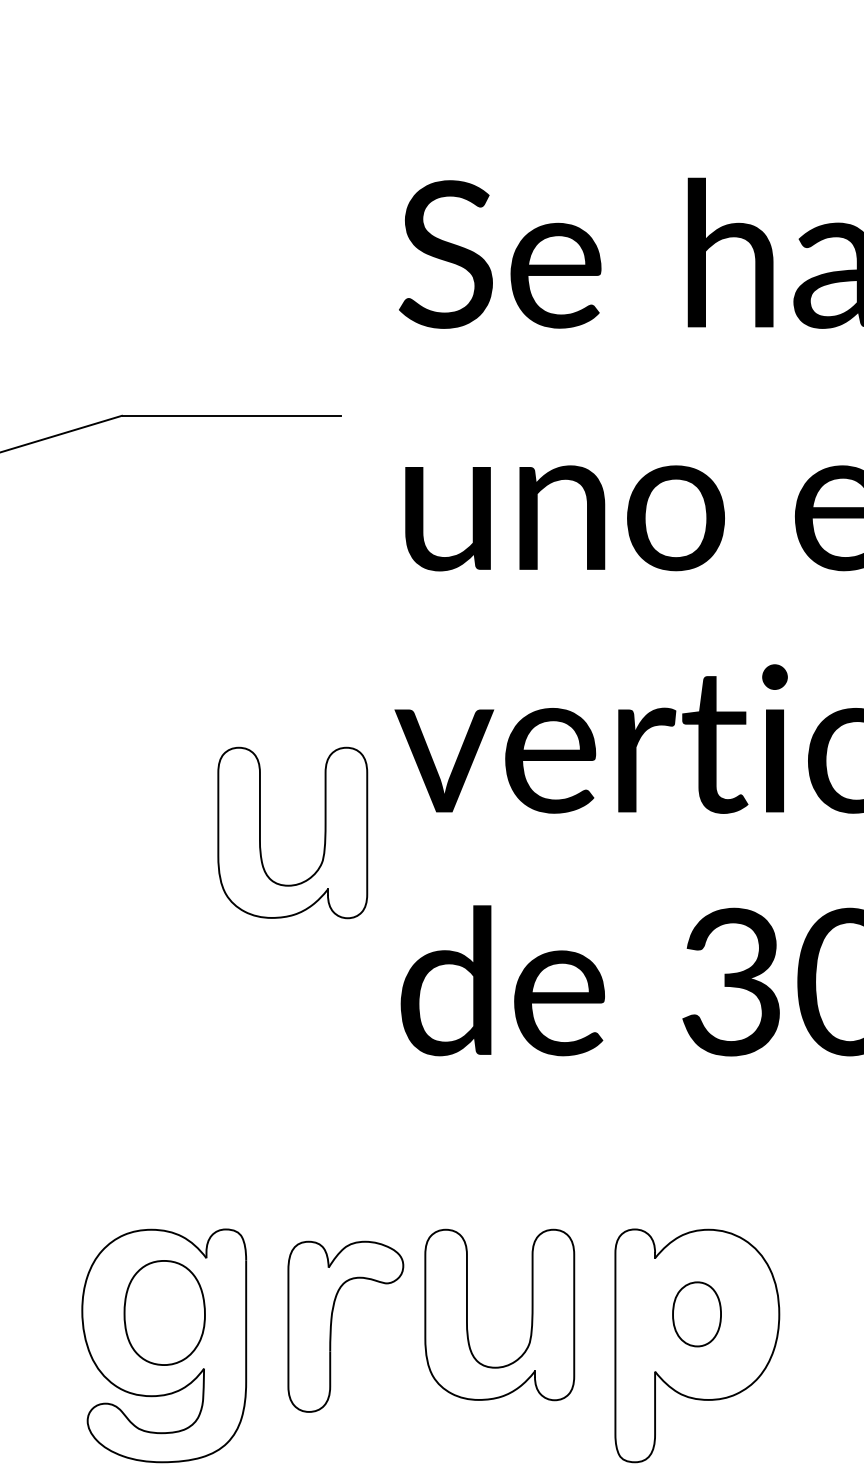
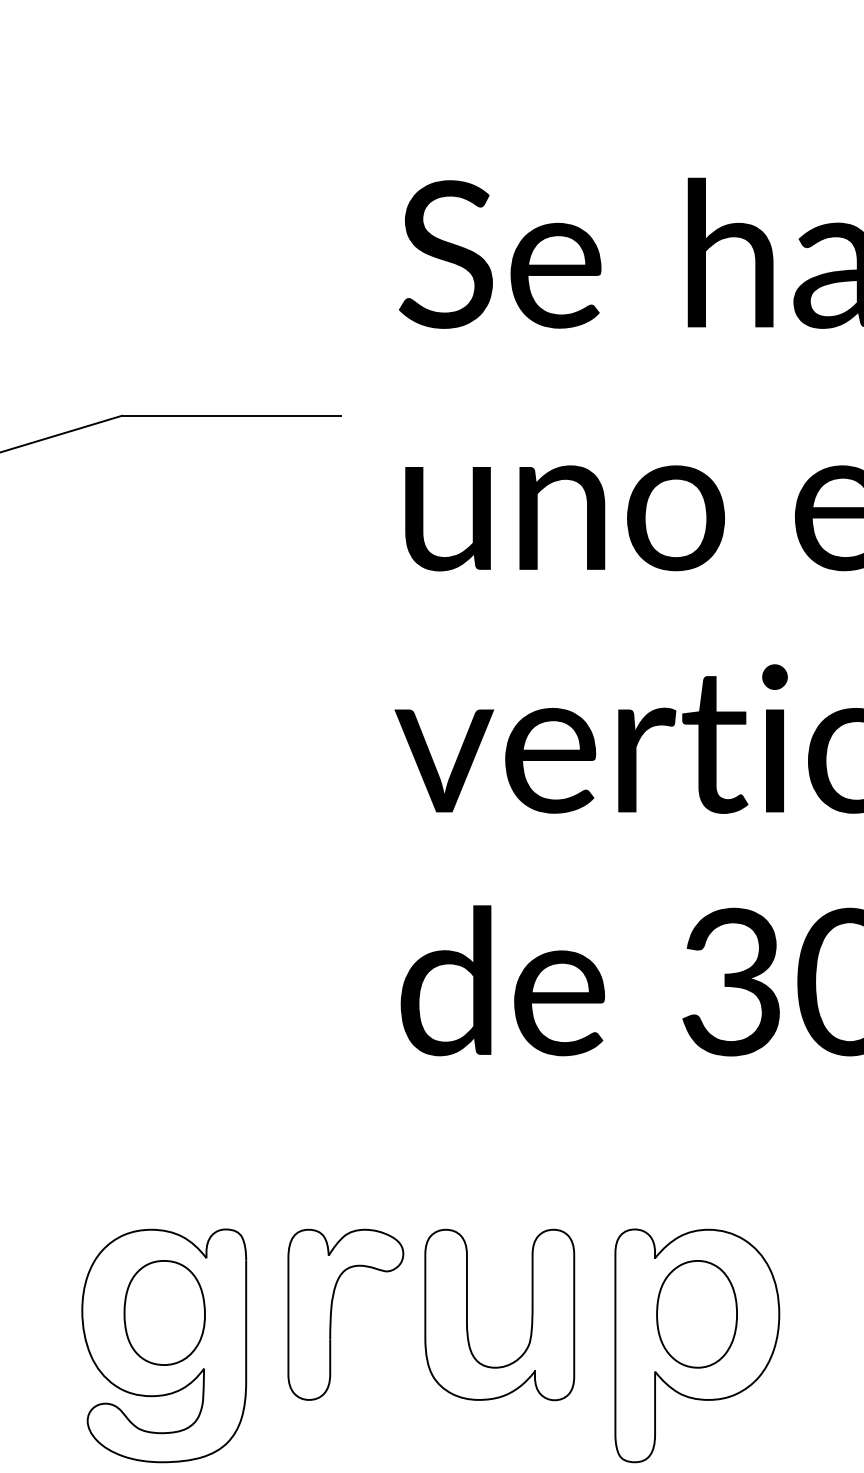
part at (260, 832): present -> none
part at (696, 1314) size: 50x67 px -> 82x109 px
part at (332, 1322) position: (332, 1322) -> (332, 1310)
